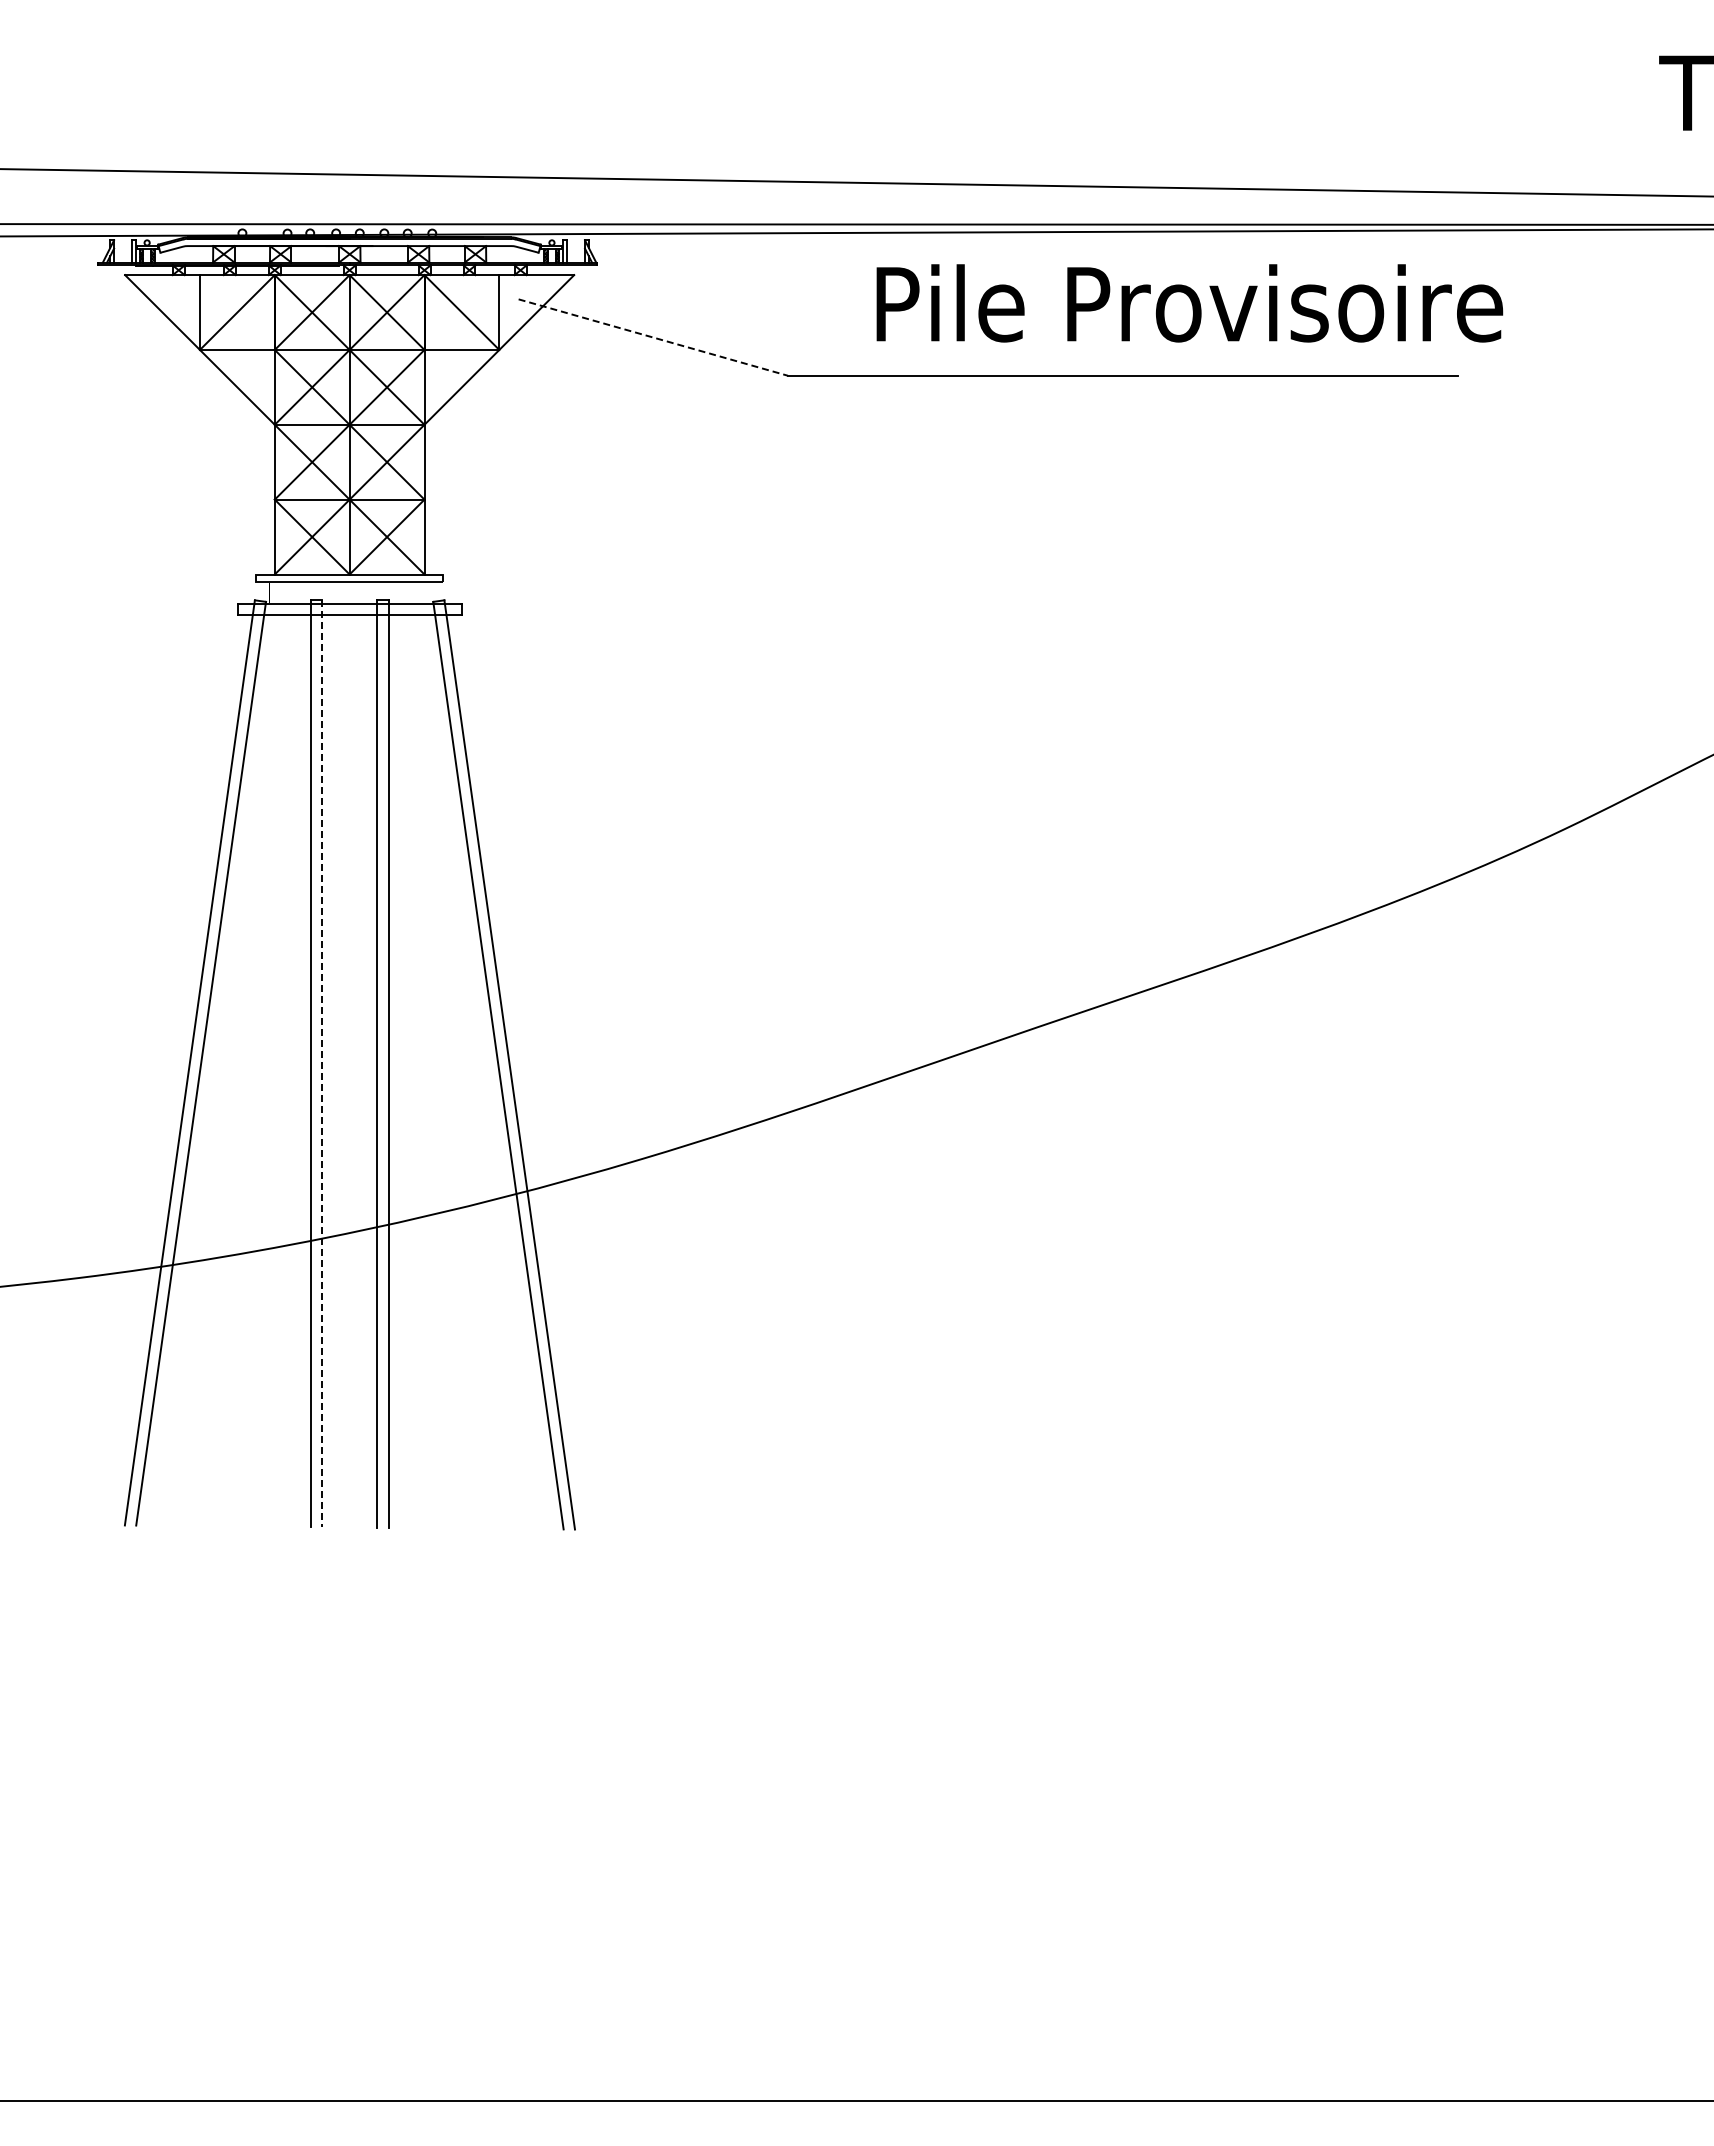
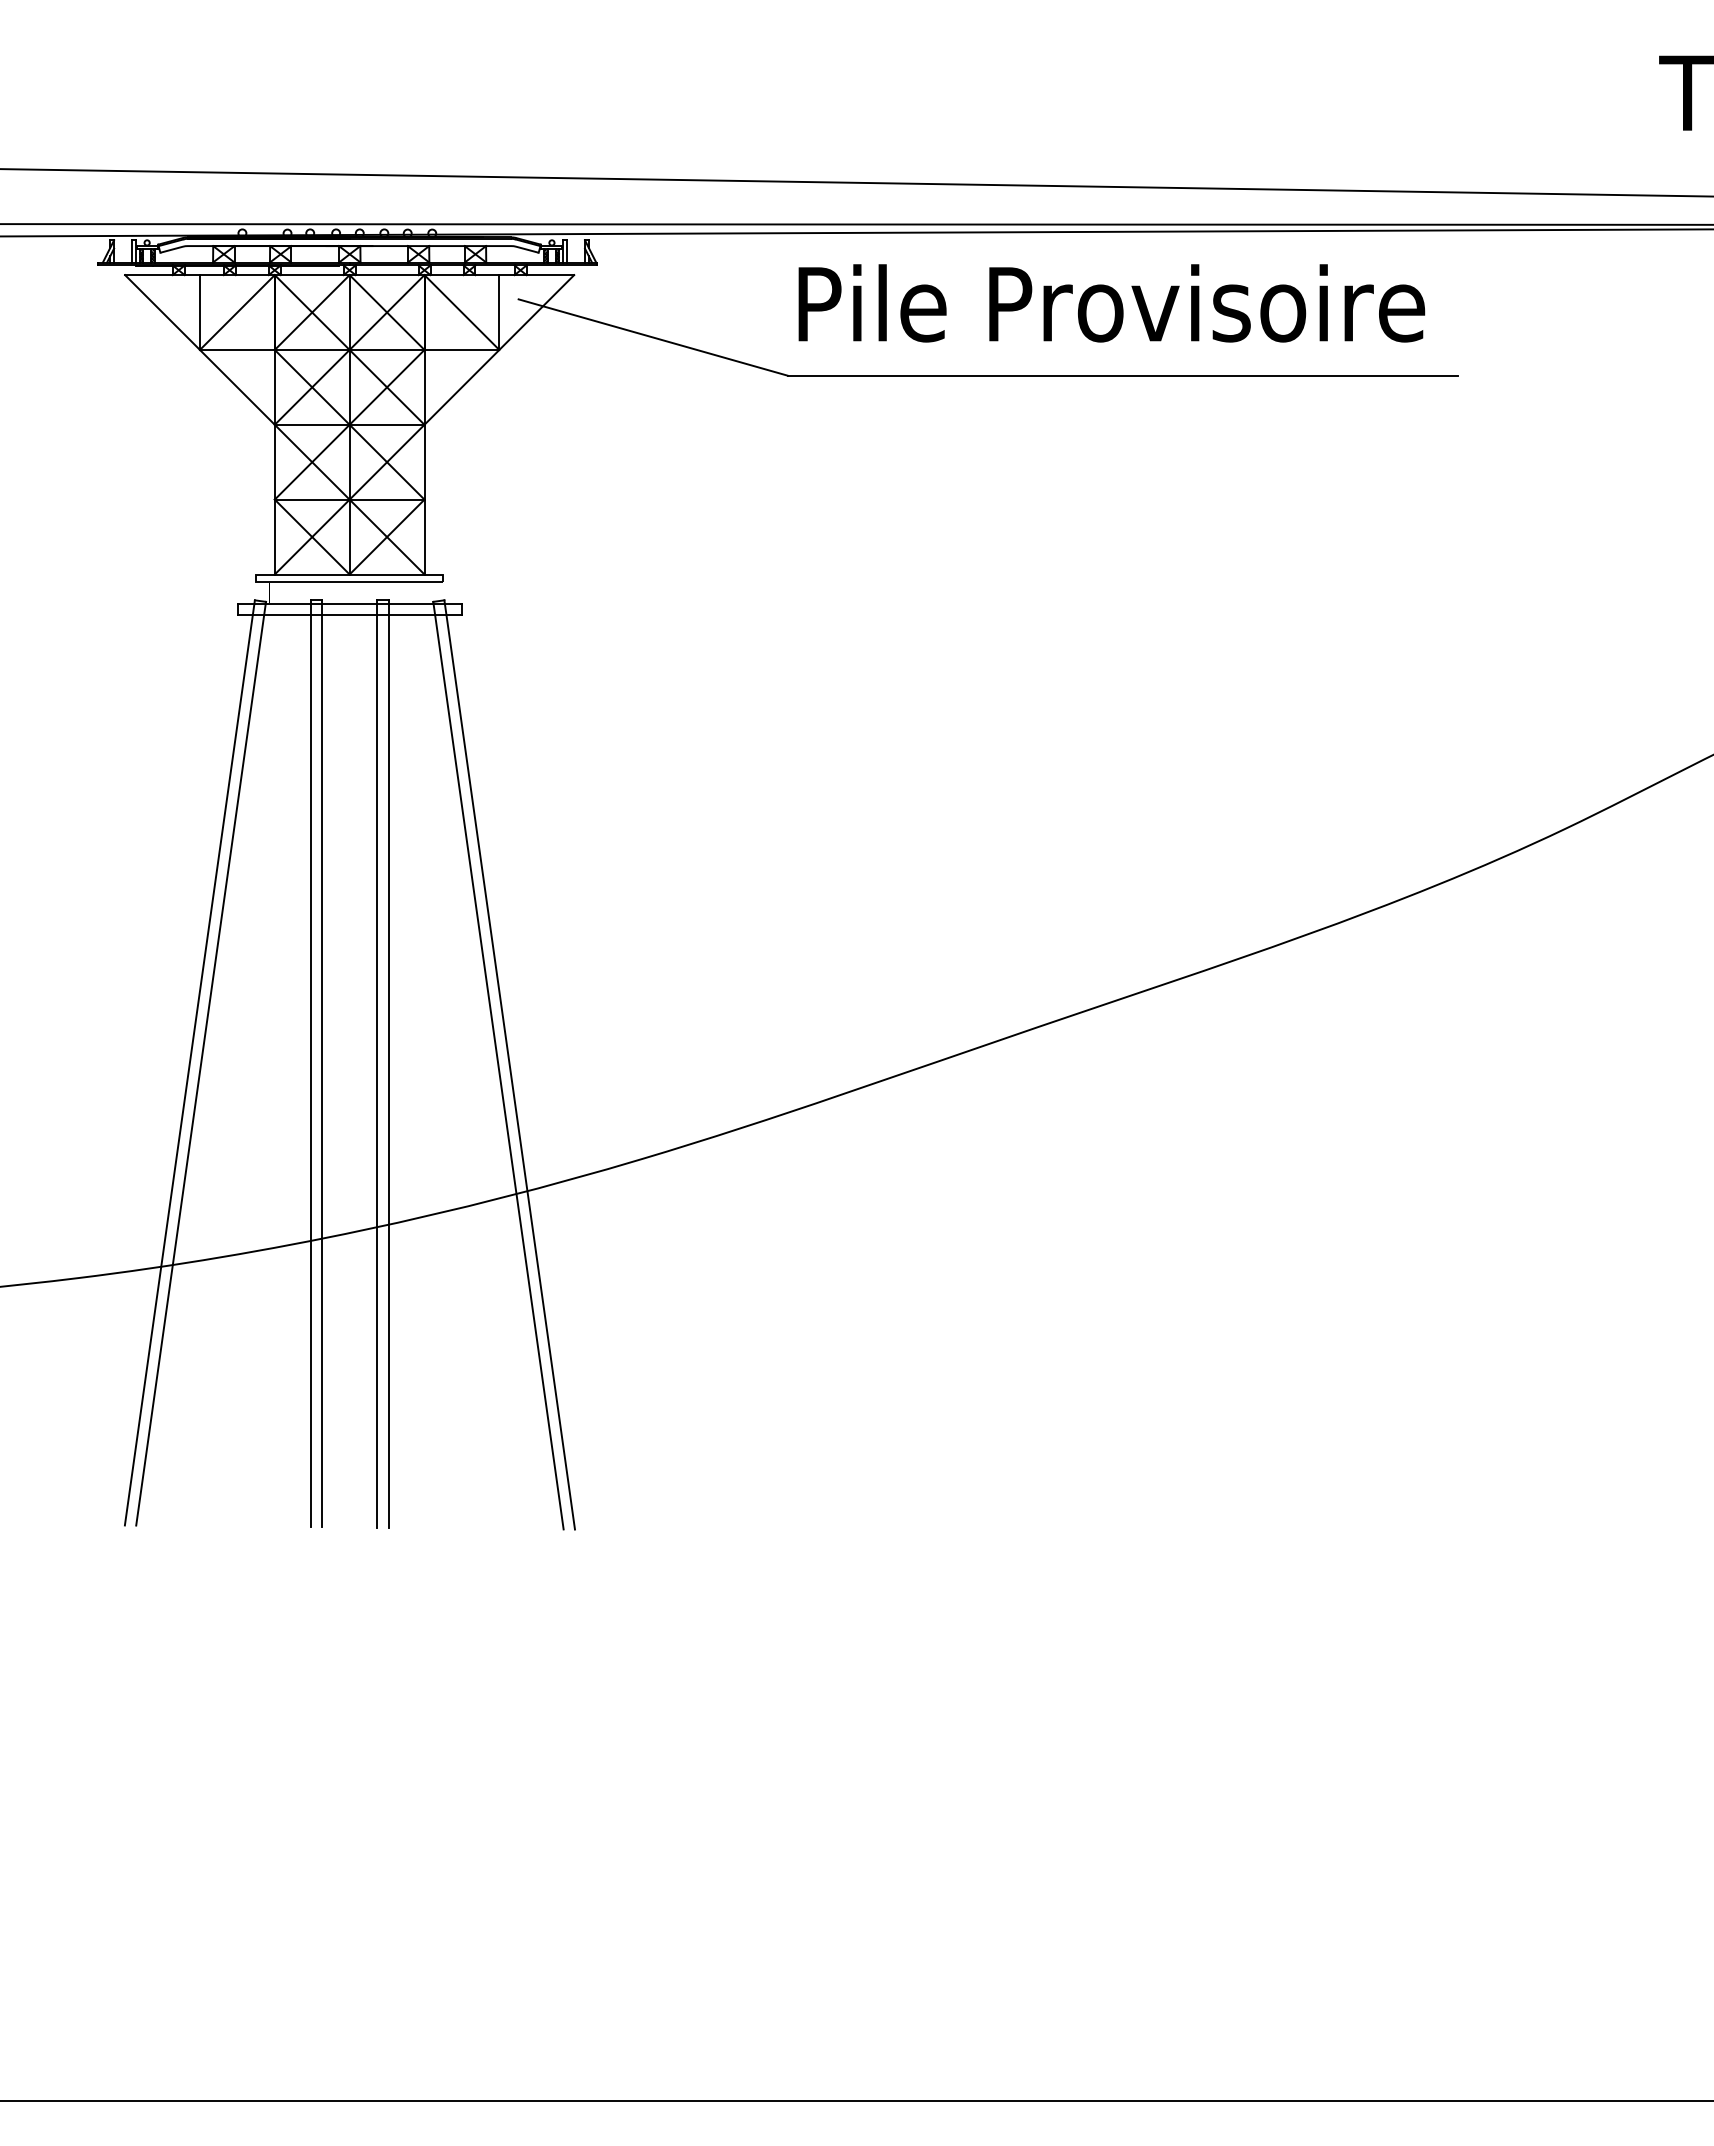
text at (1189, 303) position: (1189, 303) -> (1111, 303)
line at (653, 337): dashed -> solid
line at (321, 1064): dashed -> solid
